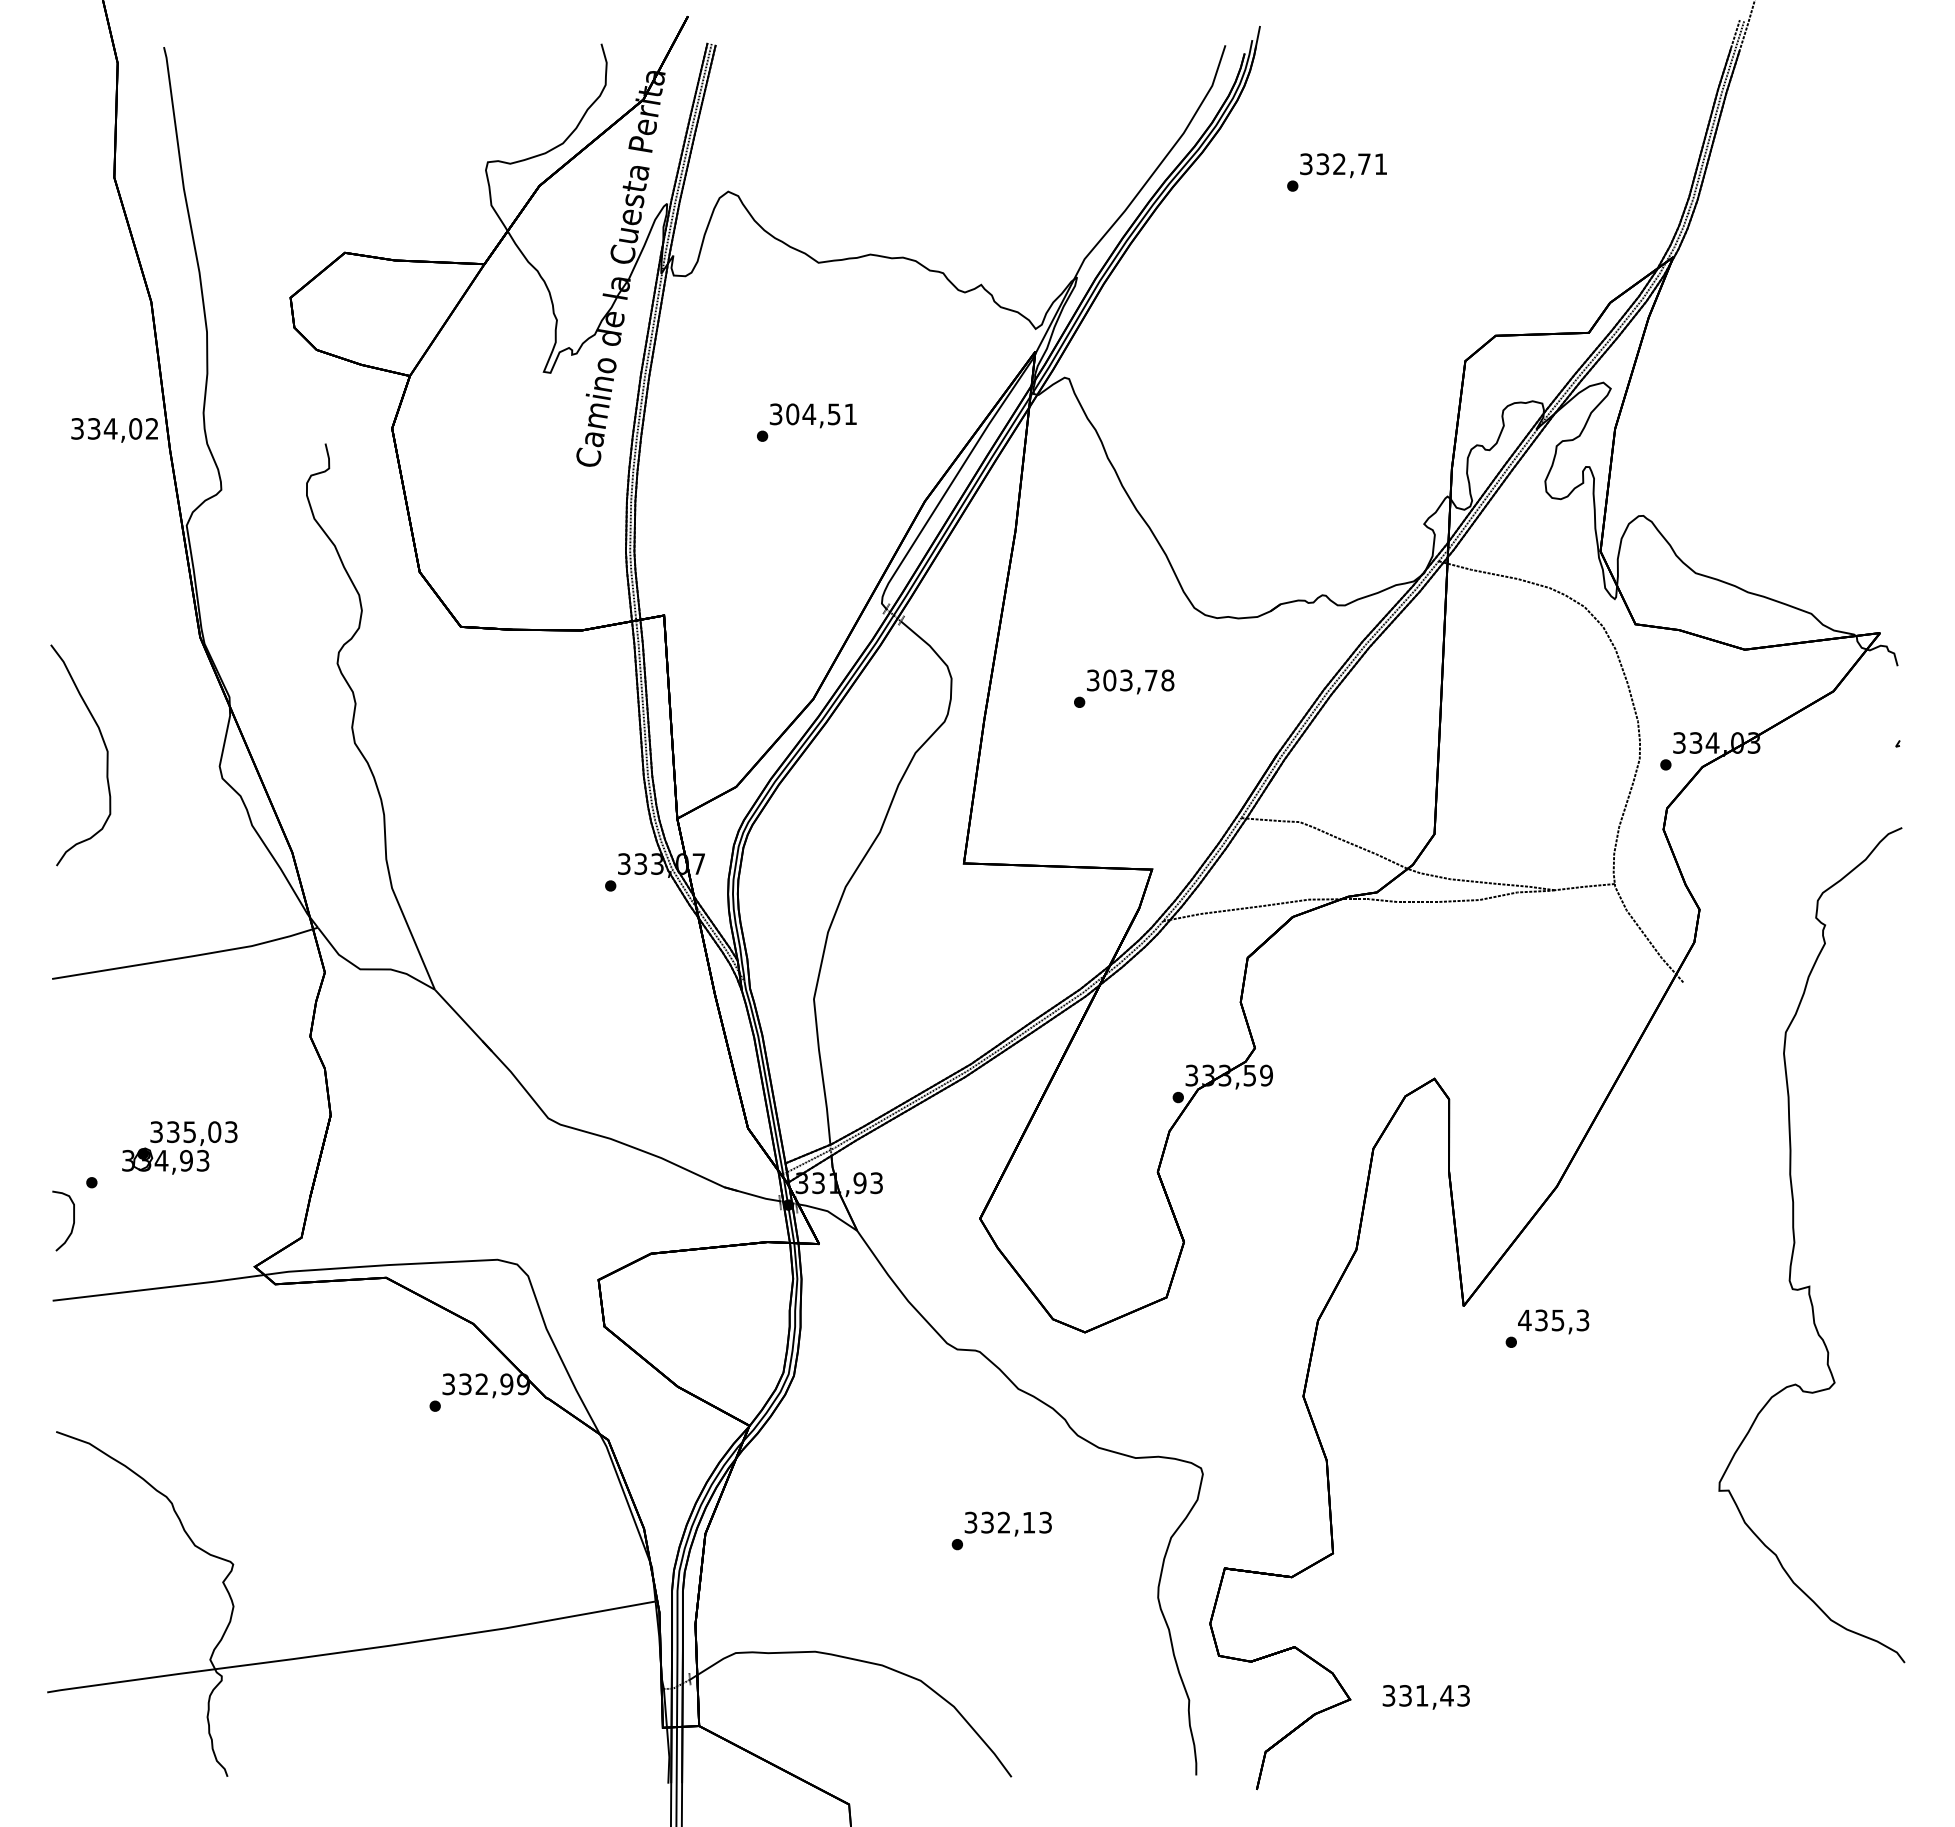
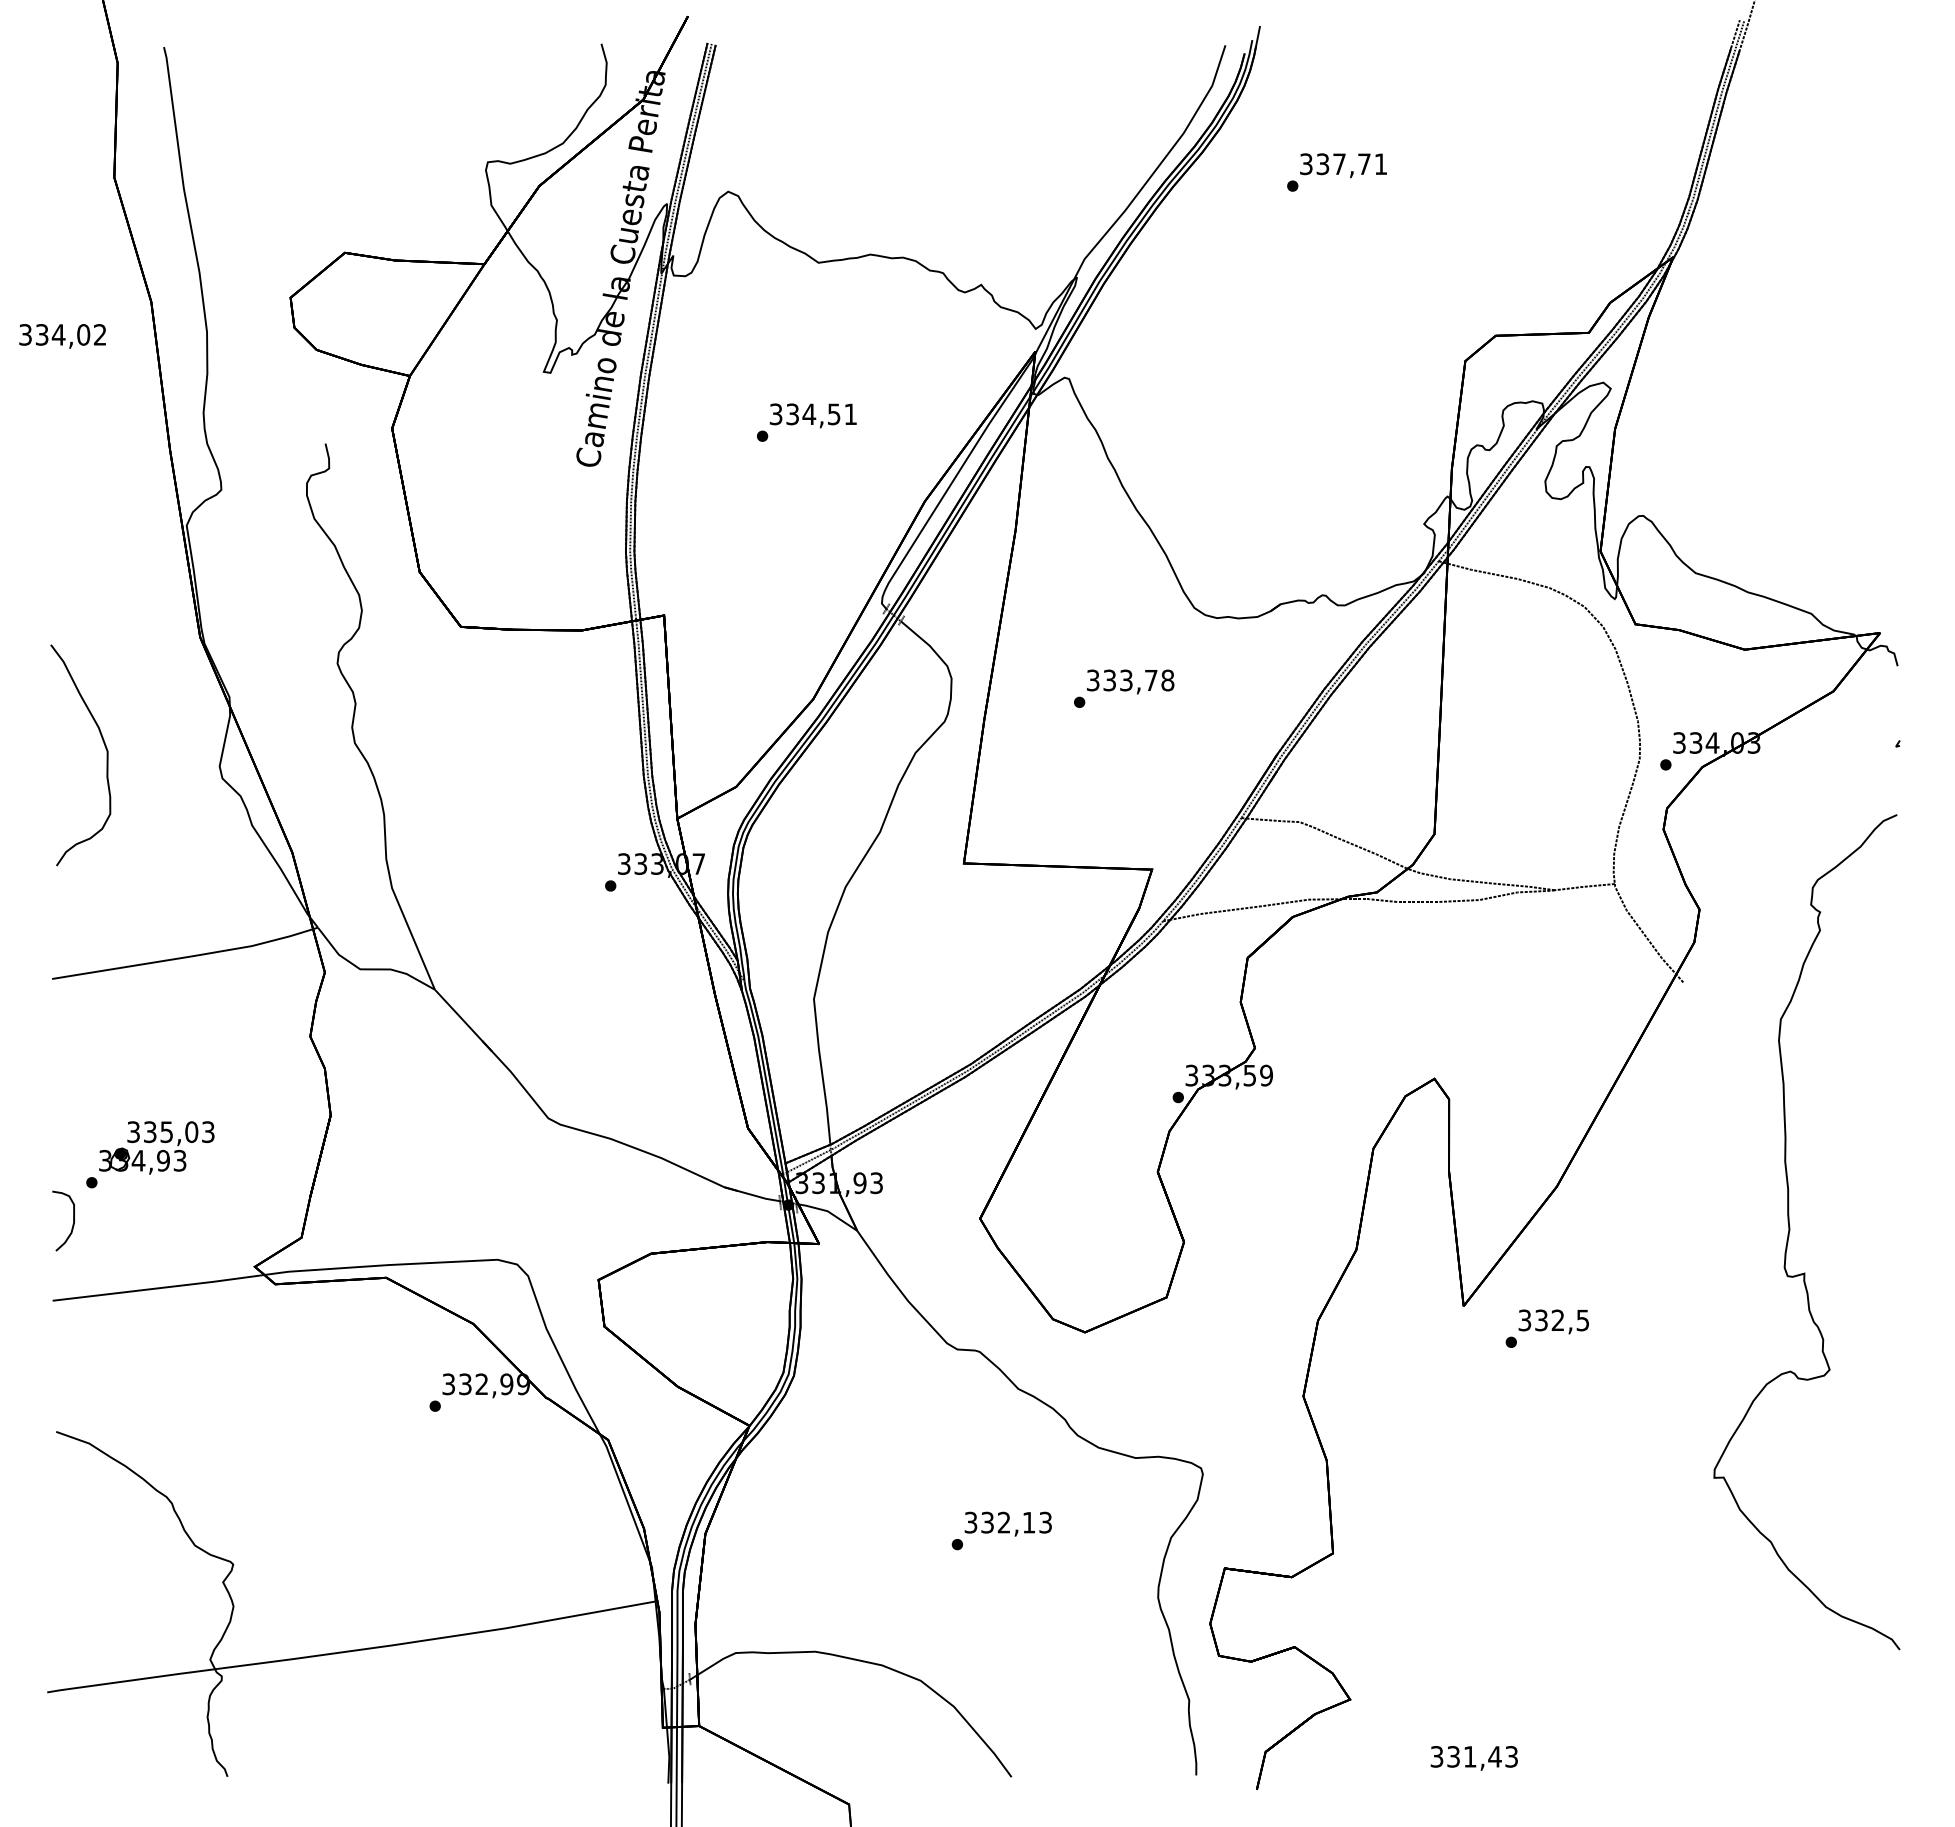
text at (1339, 163): 332,71 -> 337,71
text at (792, 414): 304,51 -> 334,51
text at (114, 430) position: (114, 430) -> (62, 336)
text at (1109, 680): 303,78 -> 333,78
part at (179, 1147) position: (179, 1147) -> (156, 1147)
curve at (1795, 1243) position: (1795, 1243) -> (1790, 1230)
text at (1553, 1320): 435,3 -> 332,5
text at (1425, 1697) position: (1425, 1697) -> (1473, 1758)
